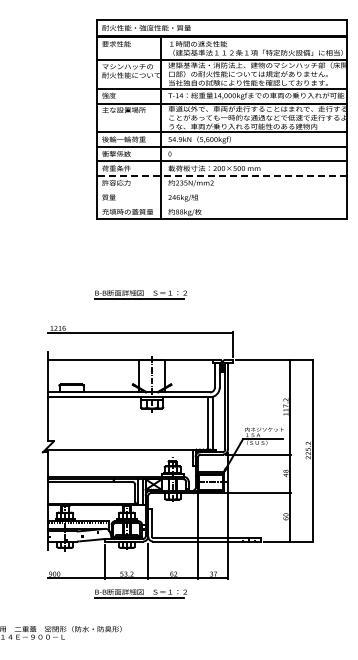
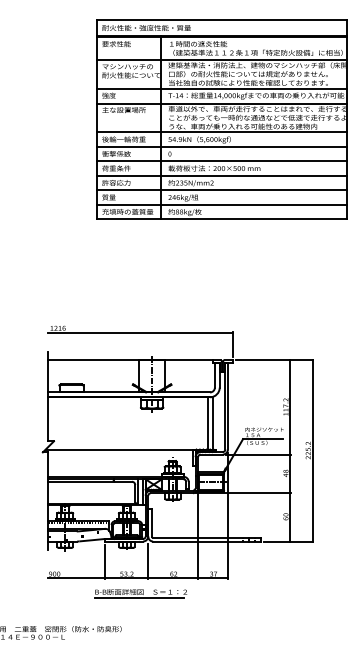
line at (221, 175): dashed -> solid
line at (221, 190): none -> present
line at (221, 204): none -> present
part at (140, 294): present -> none
